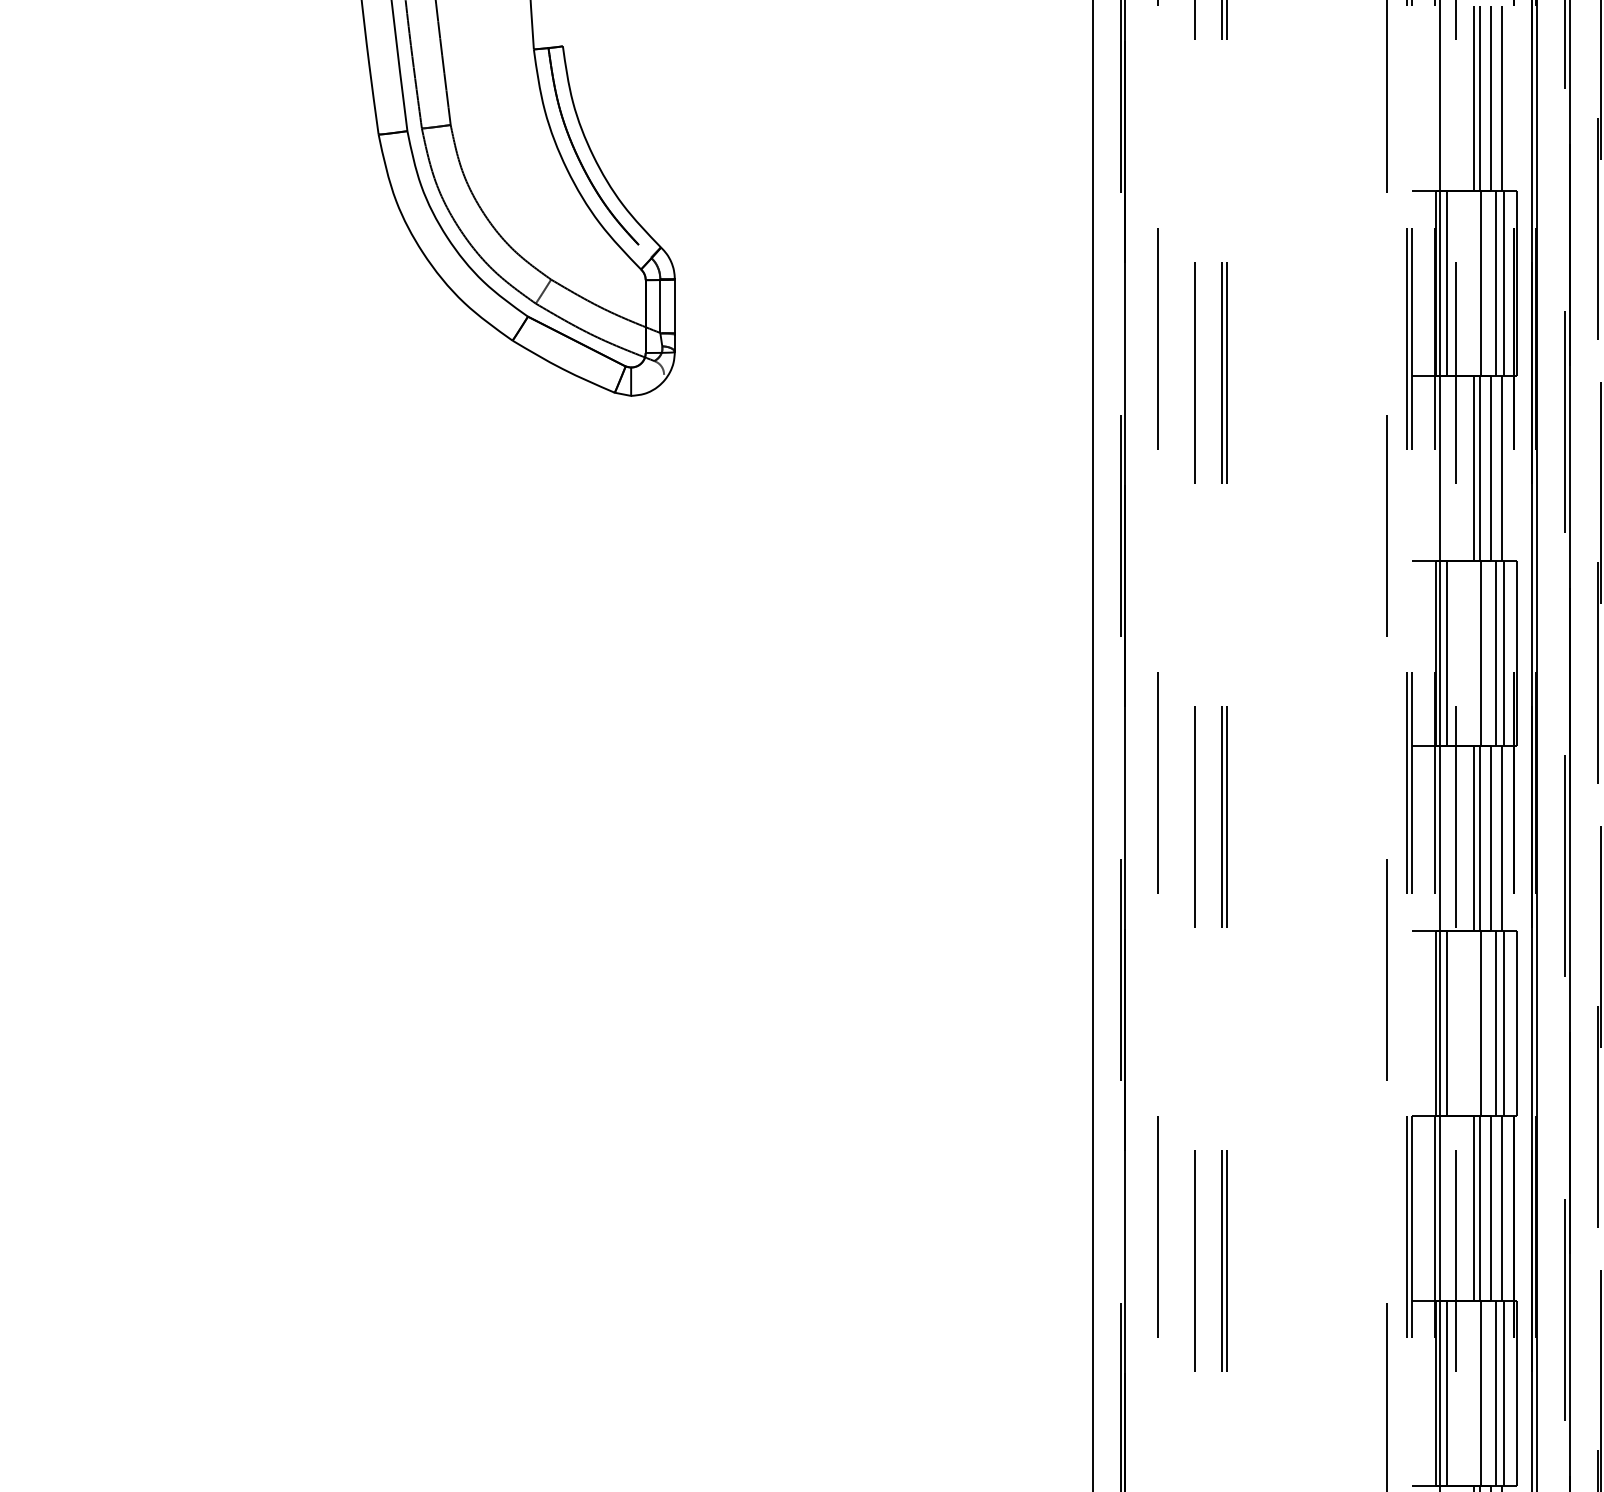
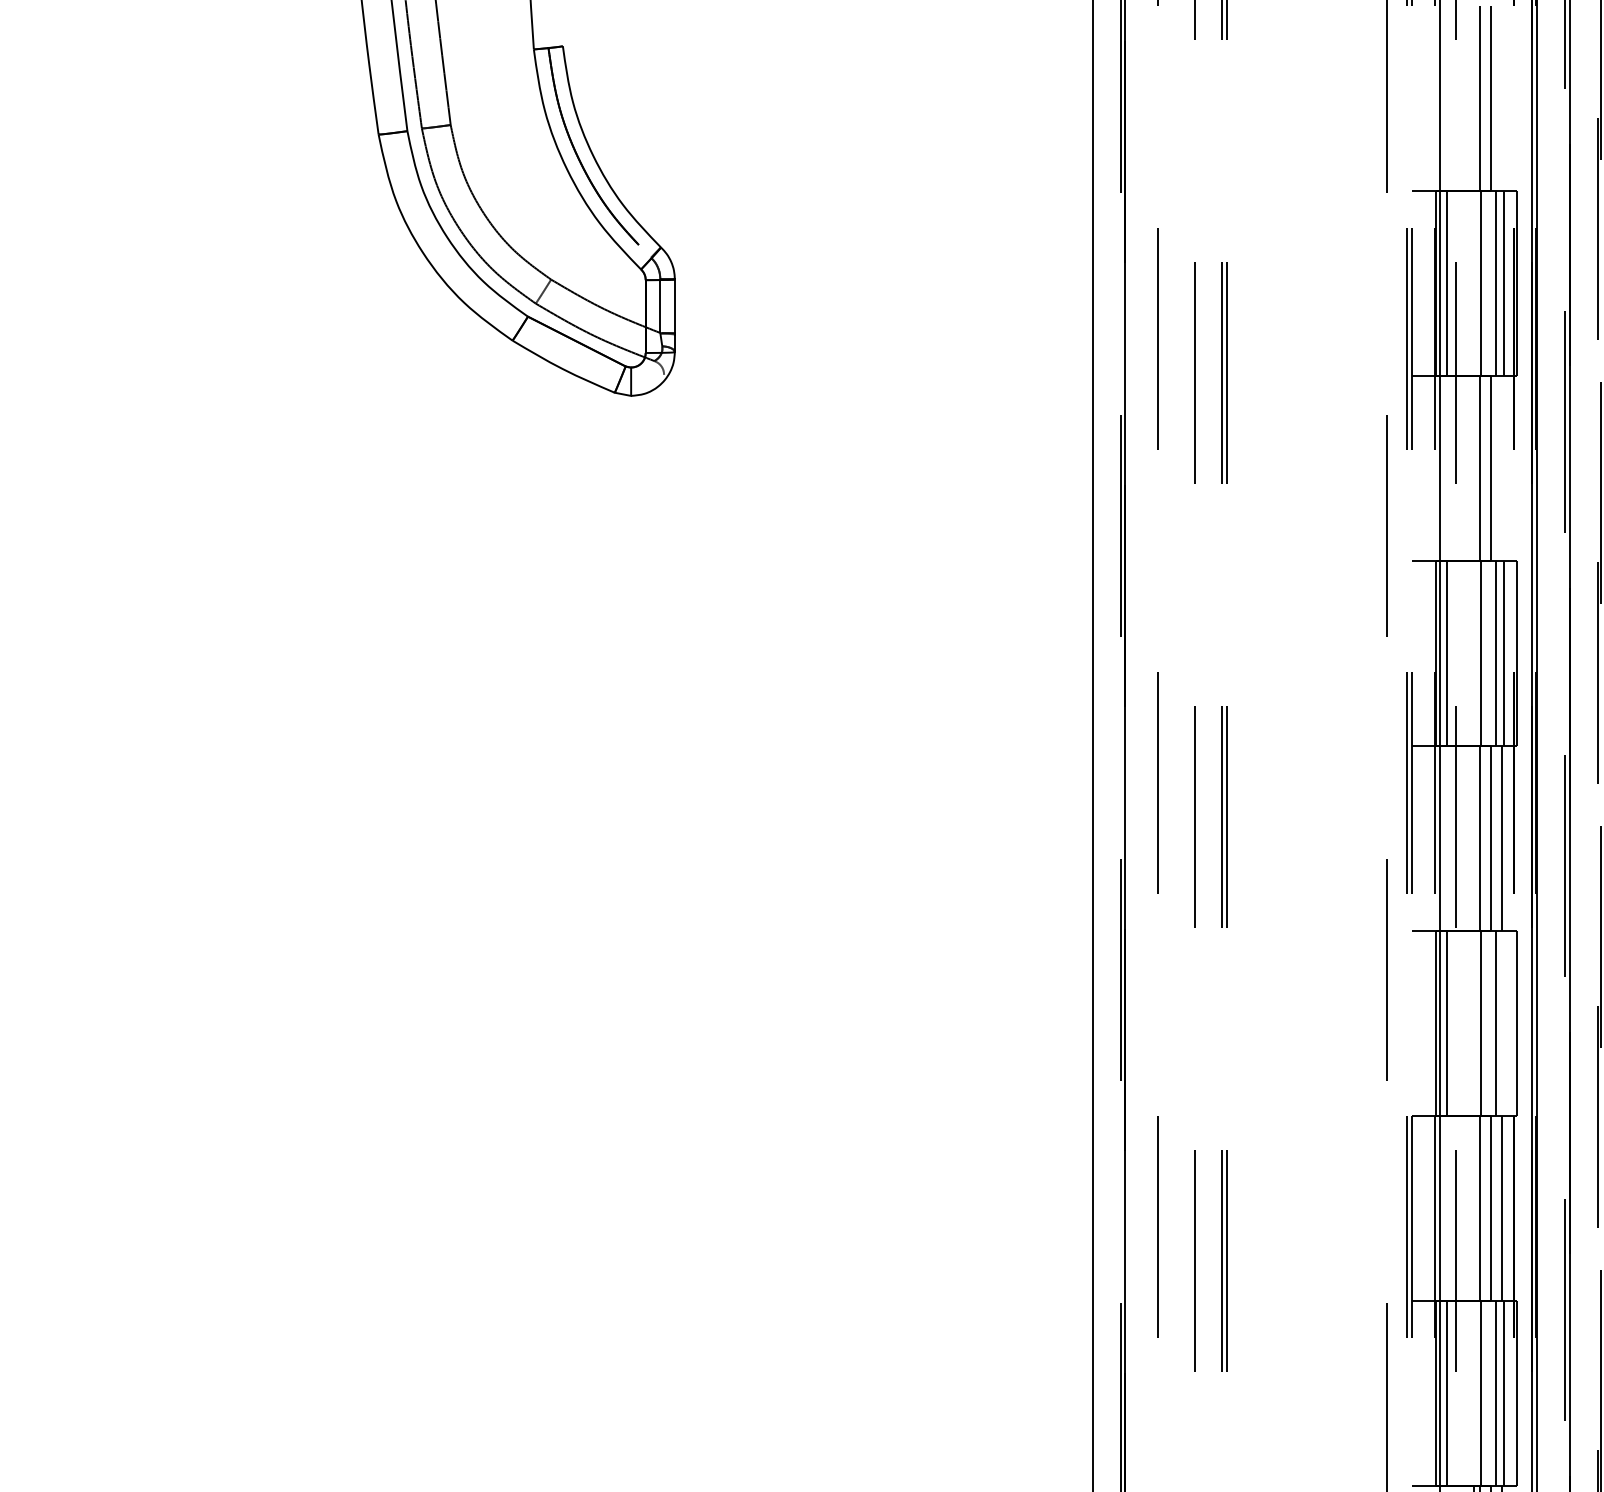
line at (1474, 97): present -> none
line at (1501, 97): present -> none
line at (1474, 467): present -> none
line at (1501, 467): present -> none
line at (1474, 837): present -> none
line at (1504, 1022): present -> none
line at (1474, 1207): present -> none
